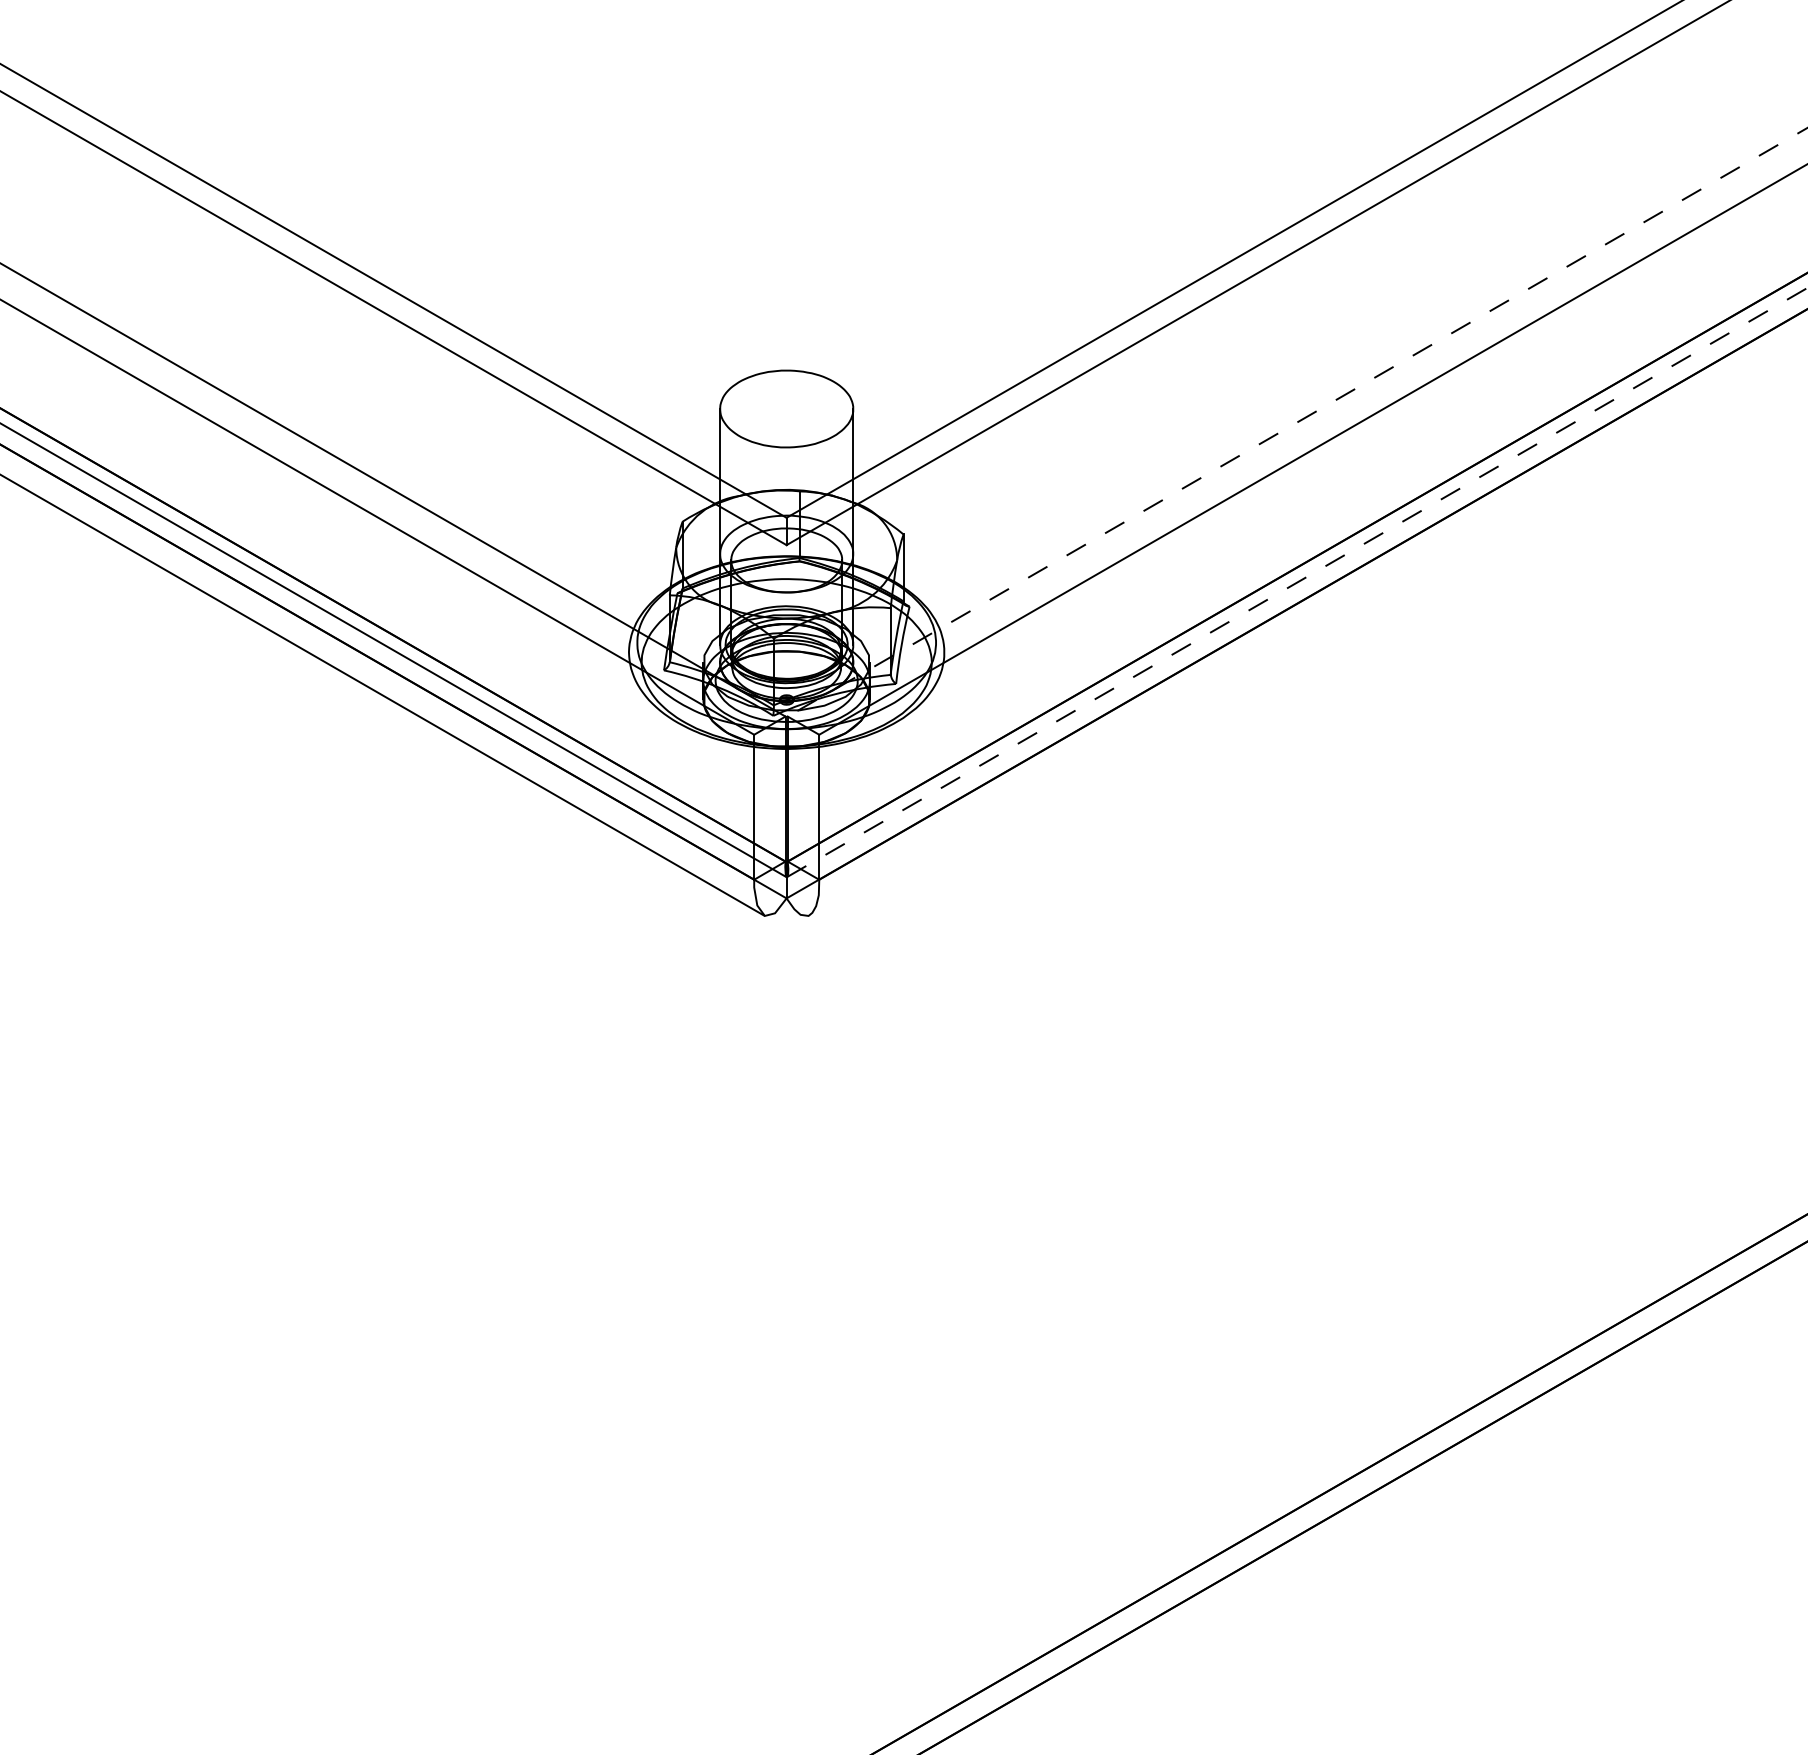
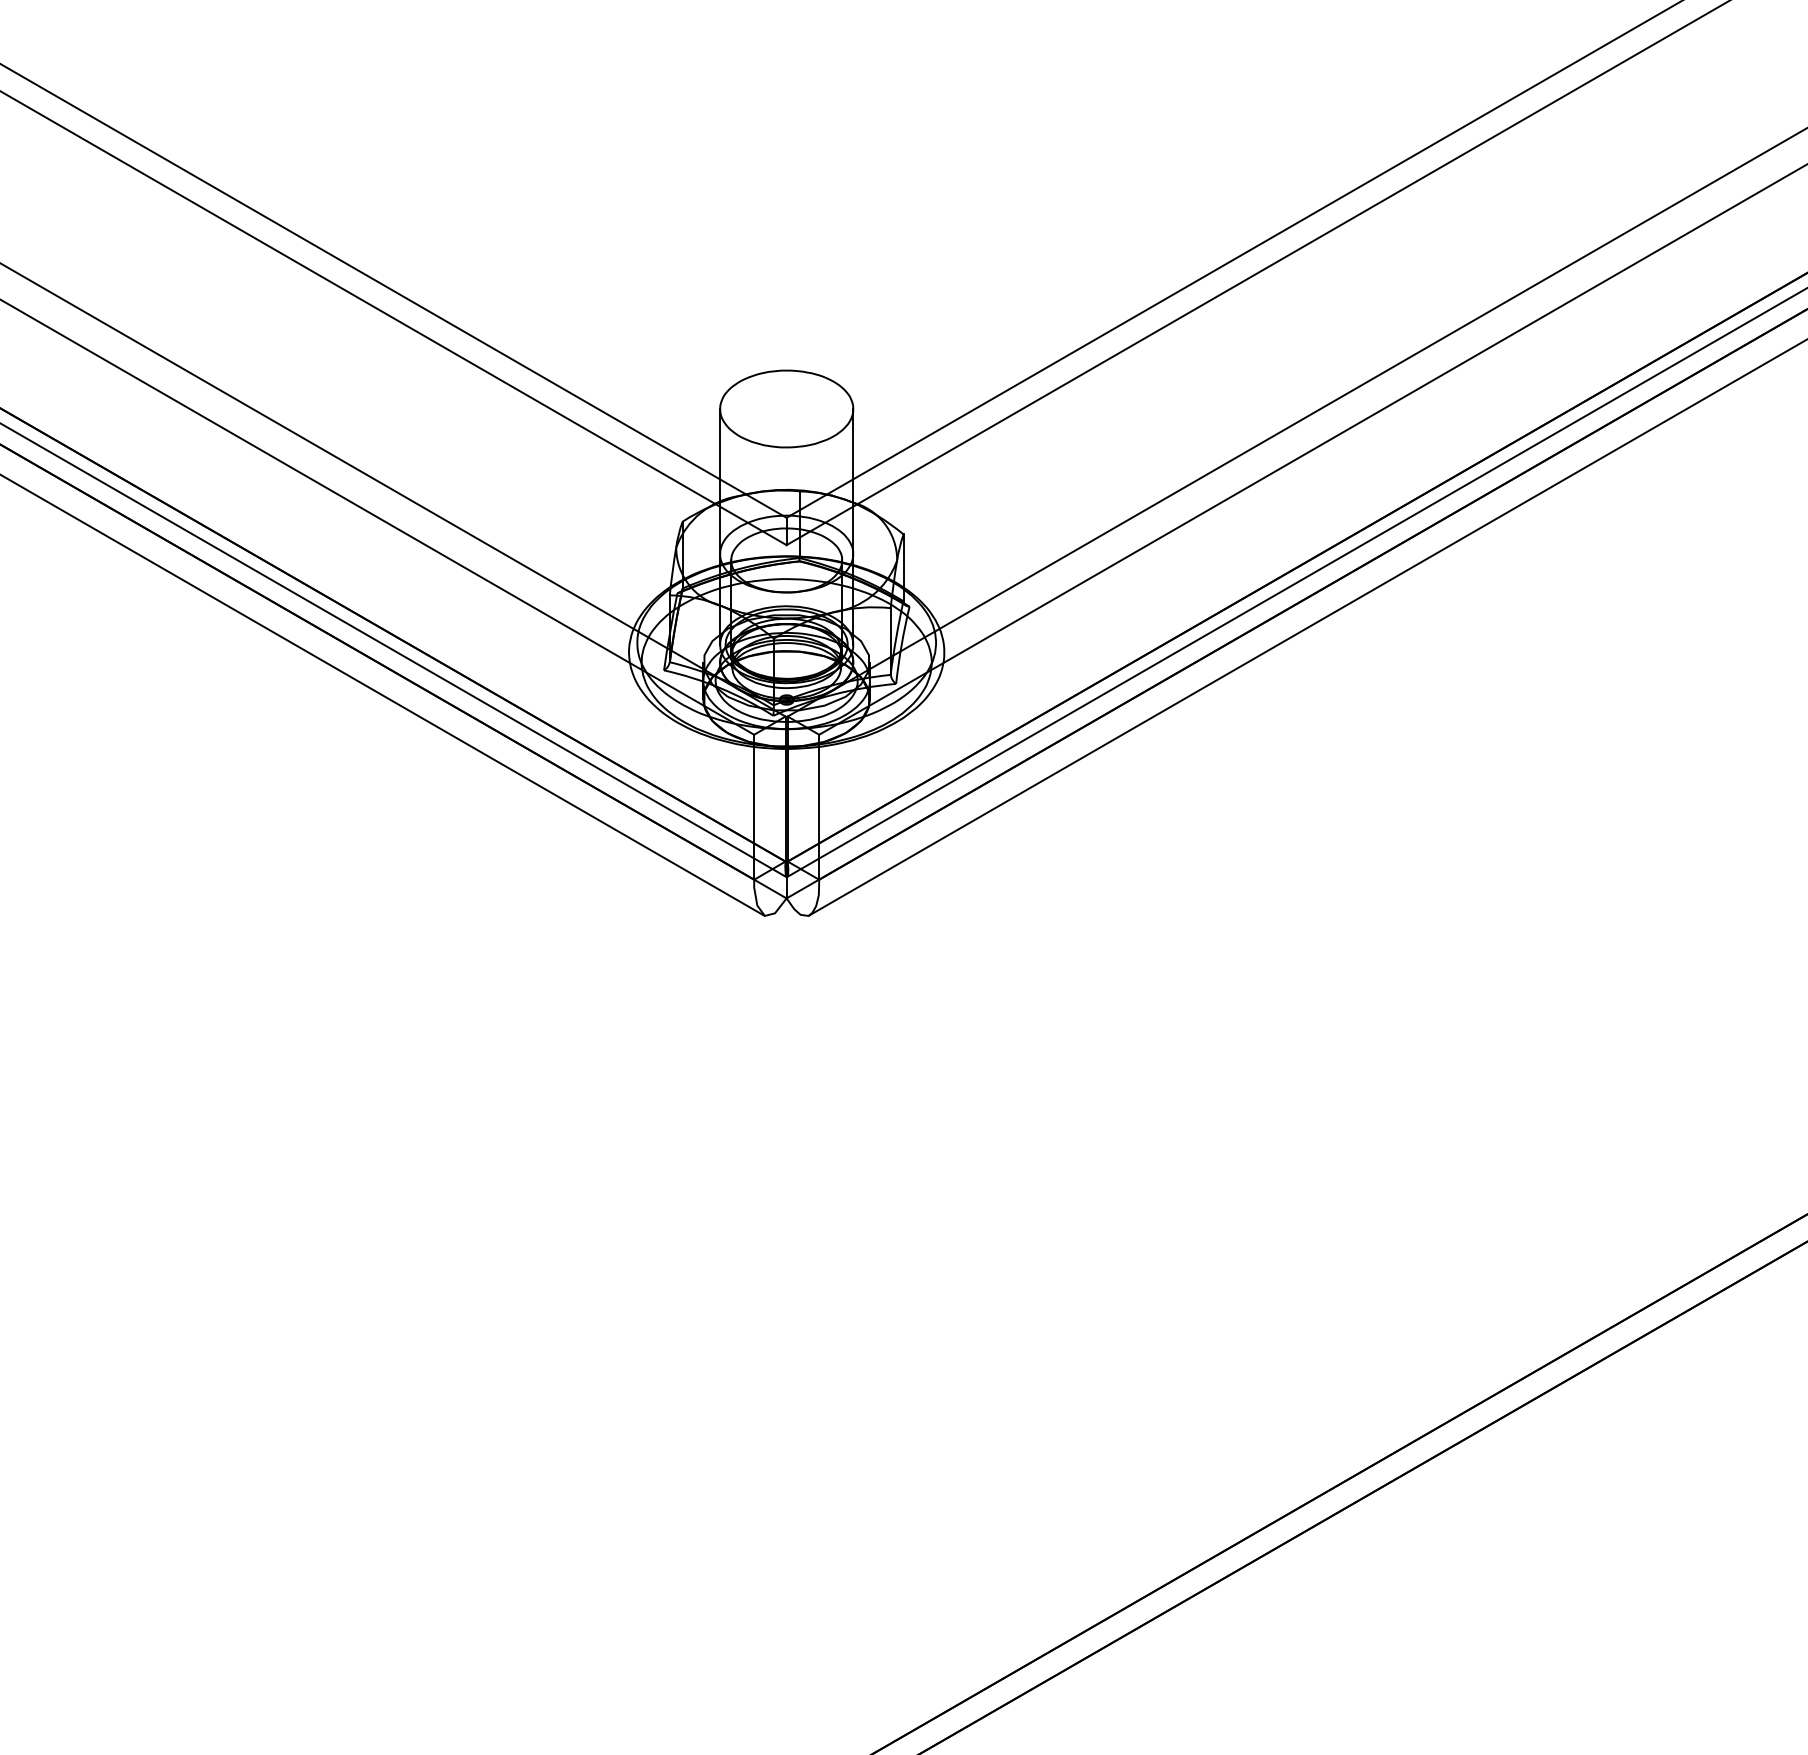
line at (1297, 422): dashed -> solid
line at (1297, 582): dashed -> solid
line at (1306, 627): none -> present
